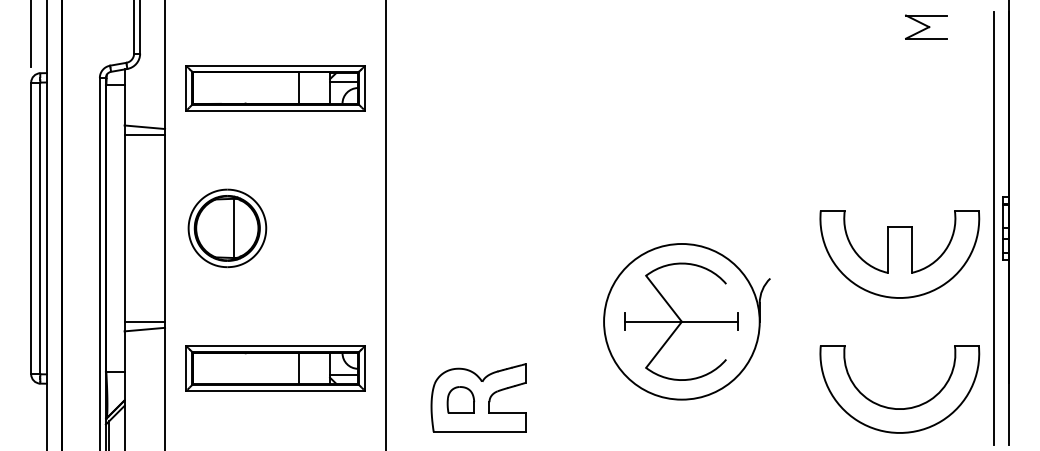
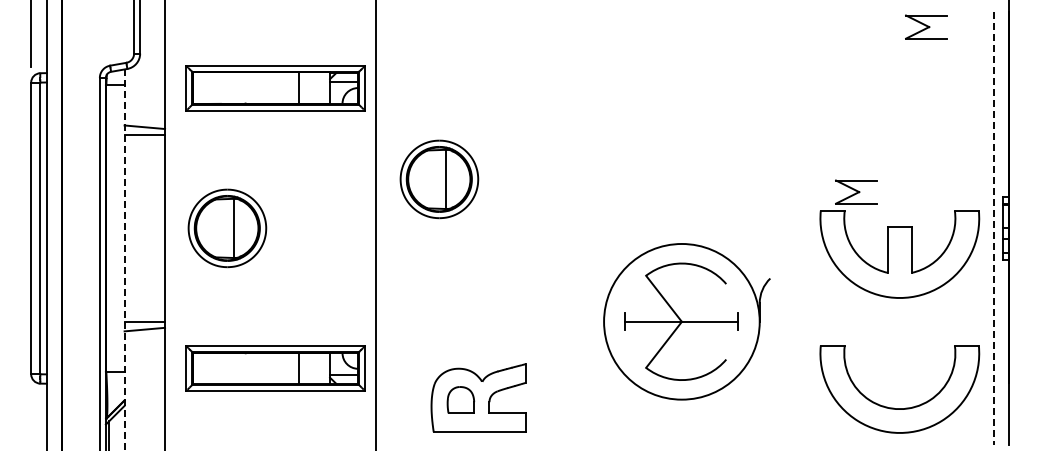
part at (439, 179): none -> present
part at (856, 191): none -> present
line at (386, 224) position: (386, 224) -> (376, 224)
line at (993, 228): solid -> dashed
line at (124, 259): solid -> dashed
